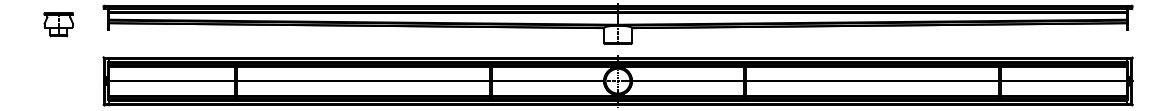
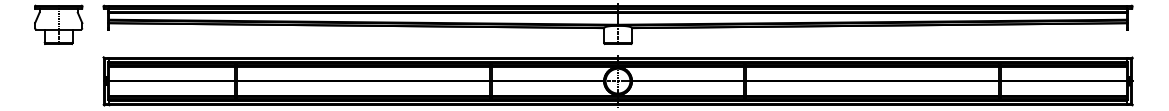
part at (58, 24) size: 31x26 px -> 50x41 px
